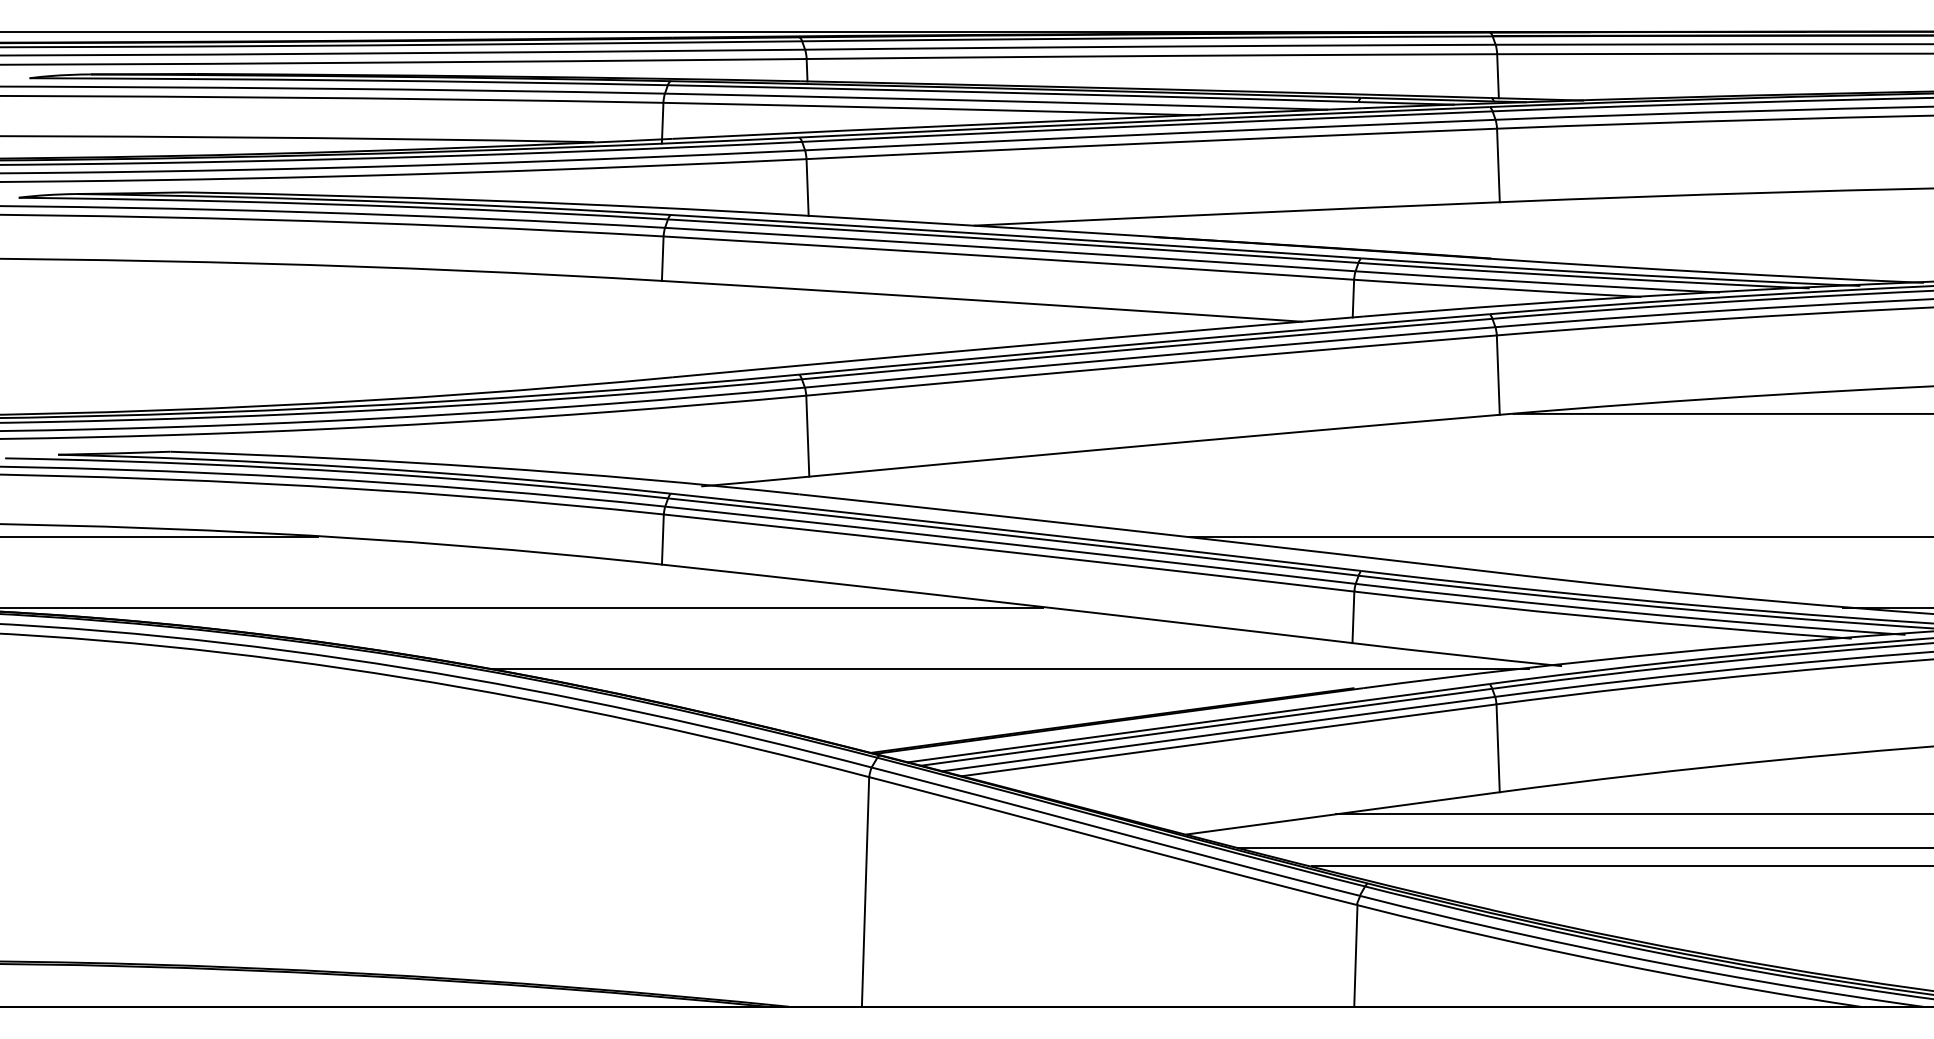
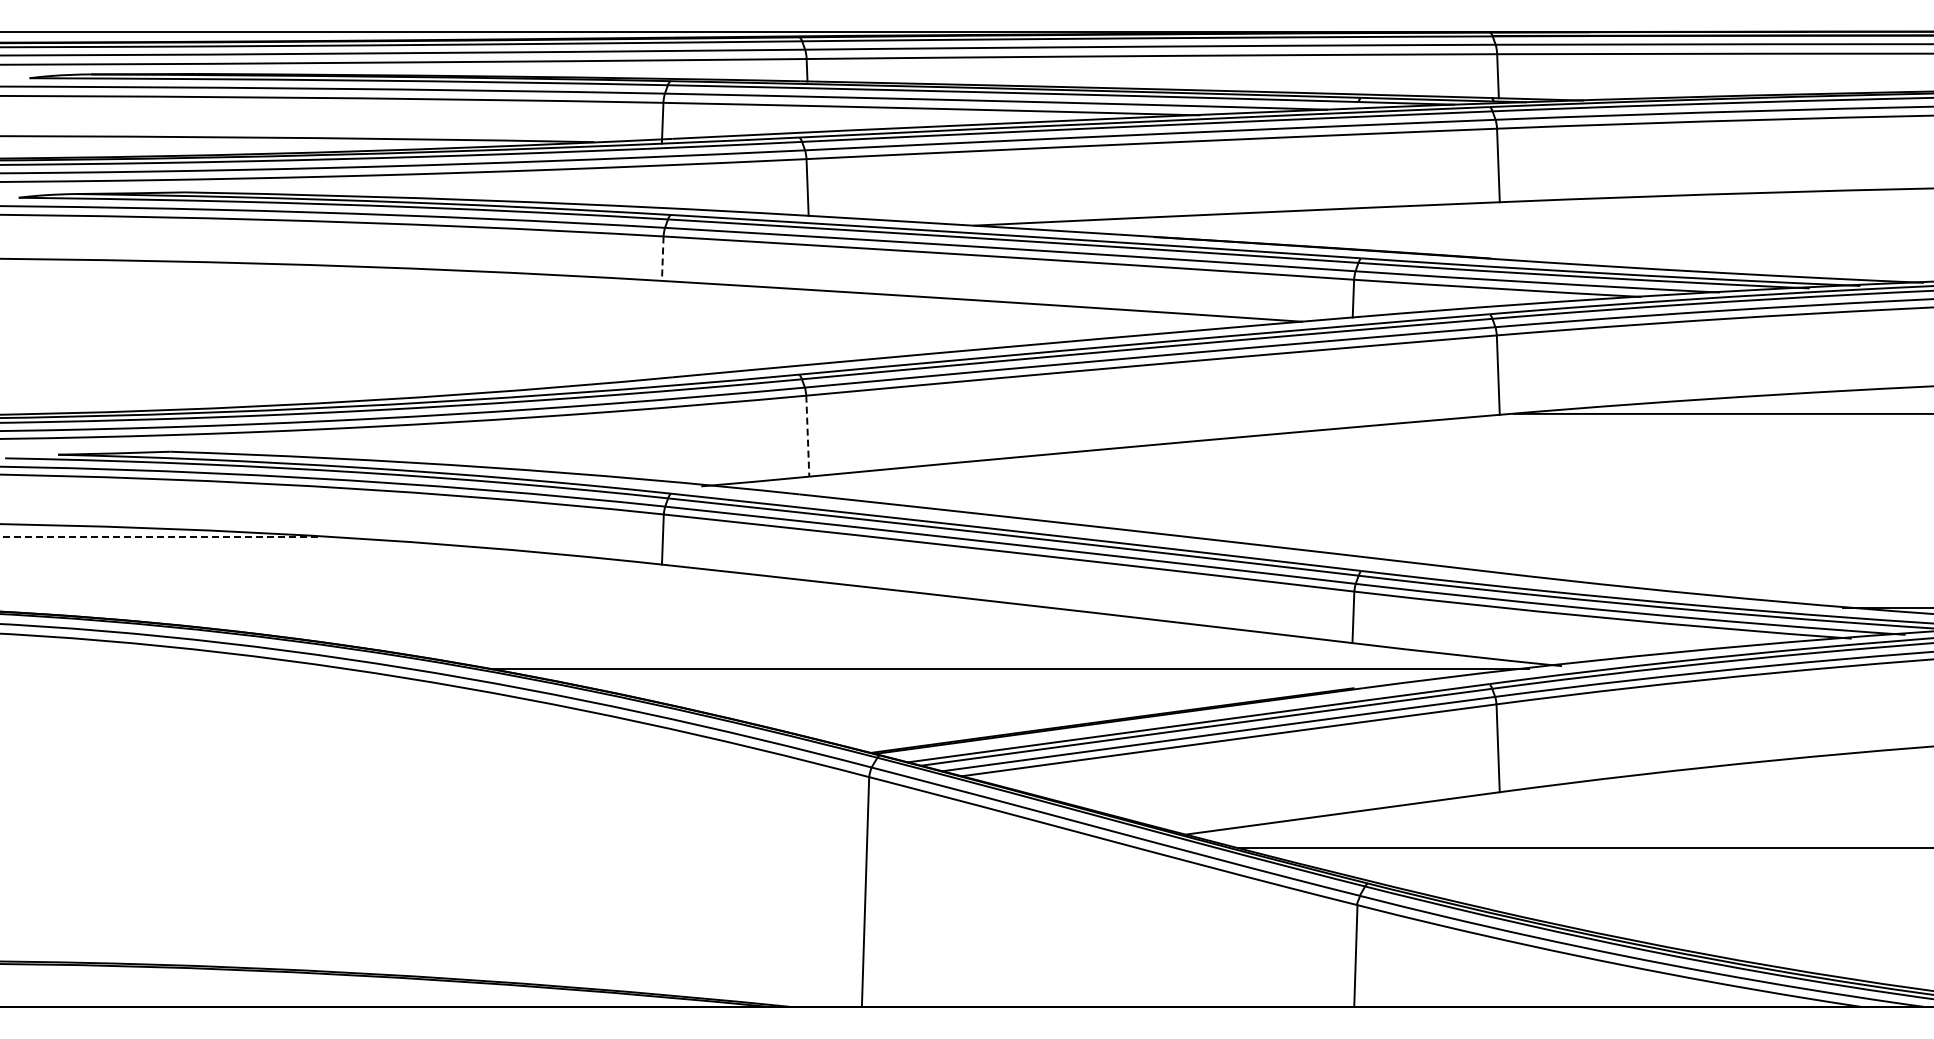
line at (662, 259): solid -> dashed
line at (807, 436): solid -> dashed
line at (159, 537): solid -> dashed
line at (1559, 537): present -> none
line at (522, 607): present -> none
line at (1633, 814): present -> none
line at (1620, 866): present -> none
